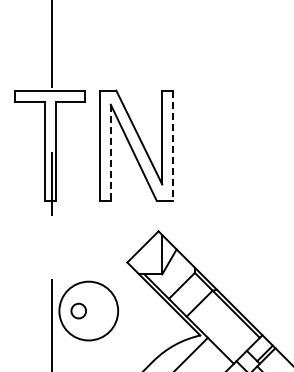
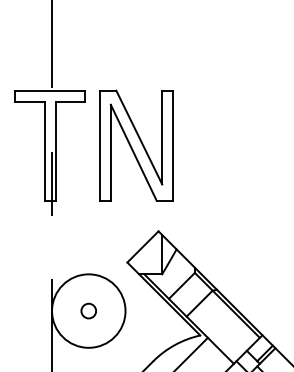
line at (173, 146): dashed -> solid
line at (110, 153): dashed -> solid
circle at (78, 310) position: (78, 310) -> (88, 310)
circle at (88, 310) diameter: 59 px -> 73 px
